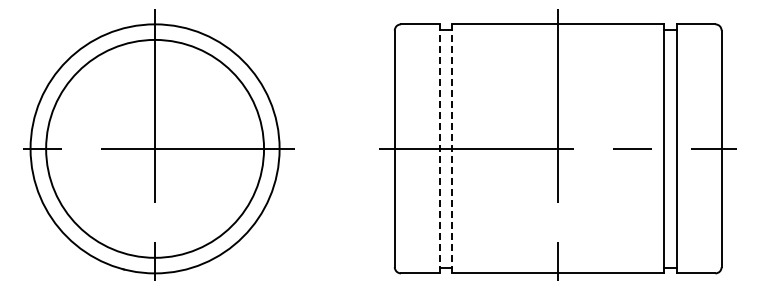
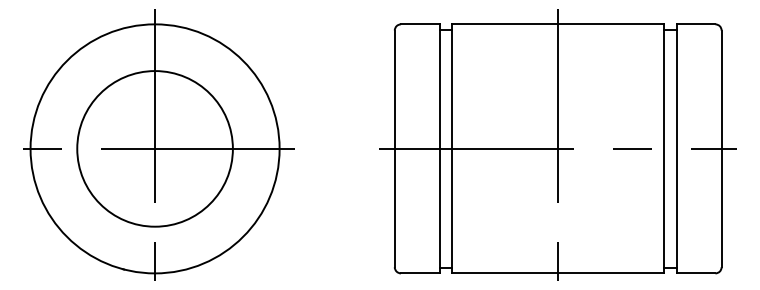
circle at (155, 148) diameter: 218 px -> 156 px
line at (439, 148): dashed -> solid
line at (451, 148): dashed -> solid
